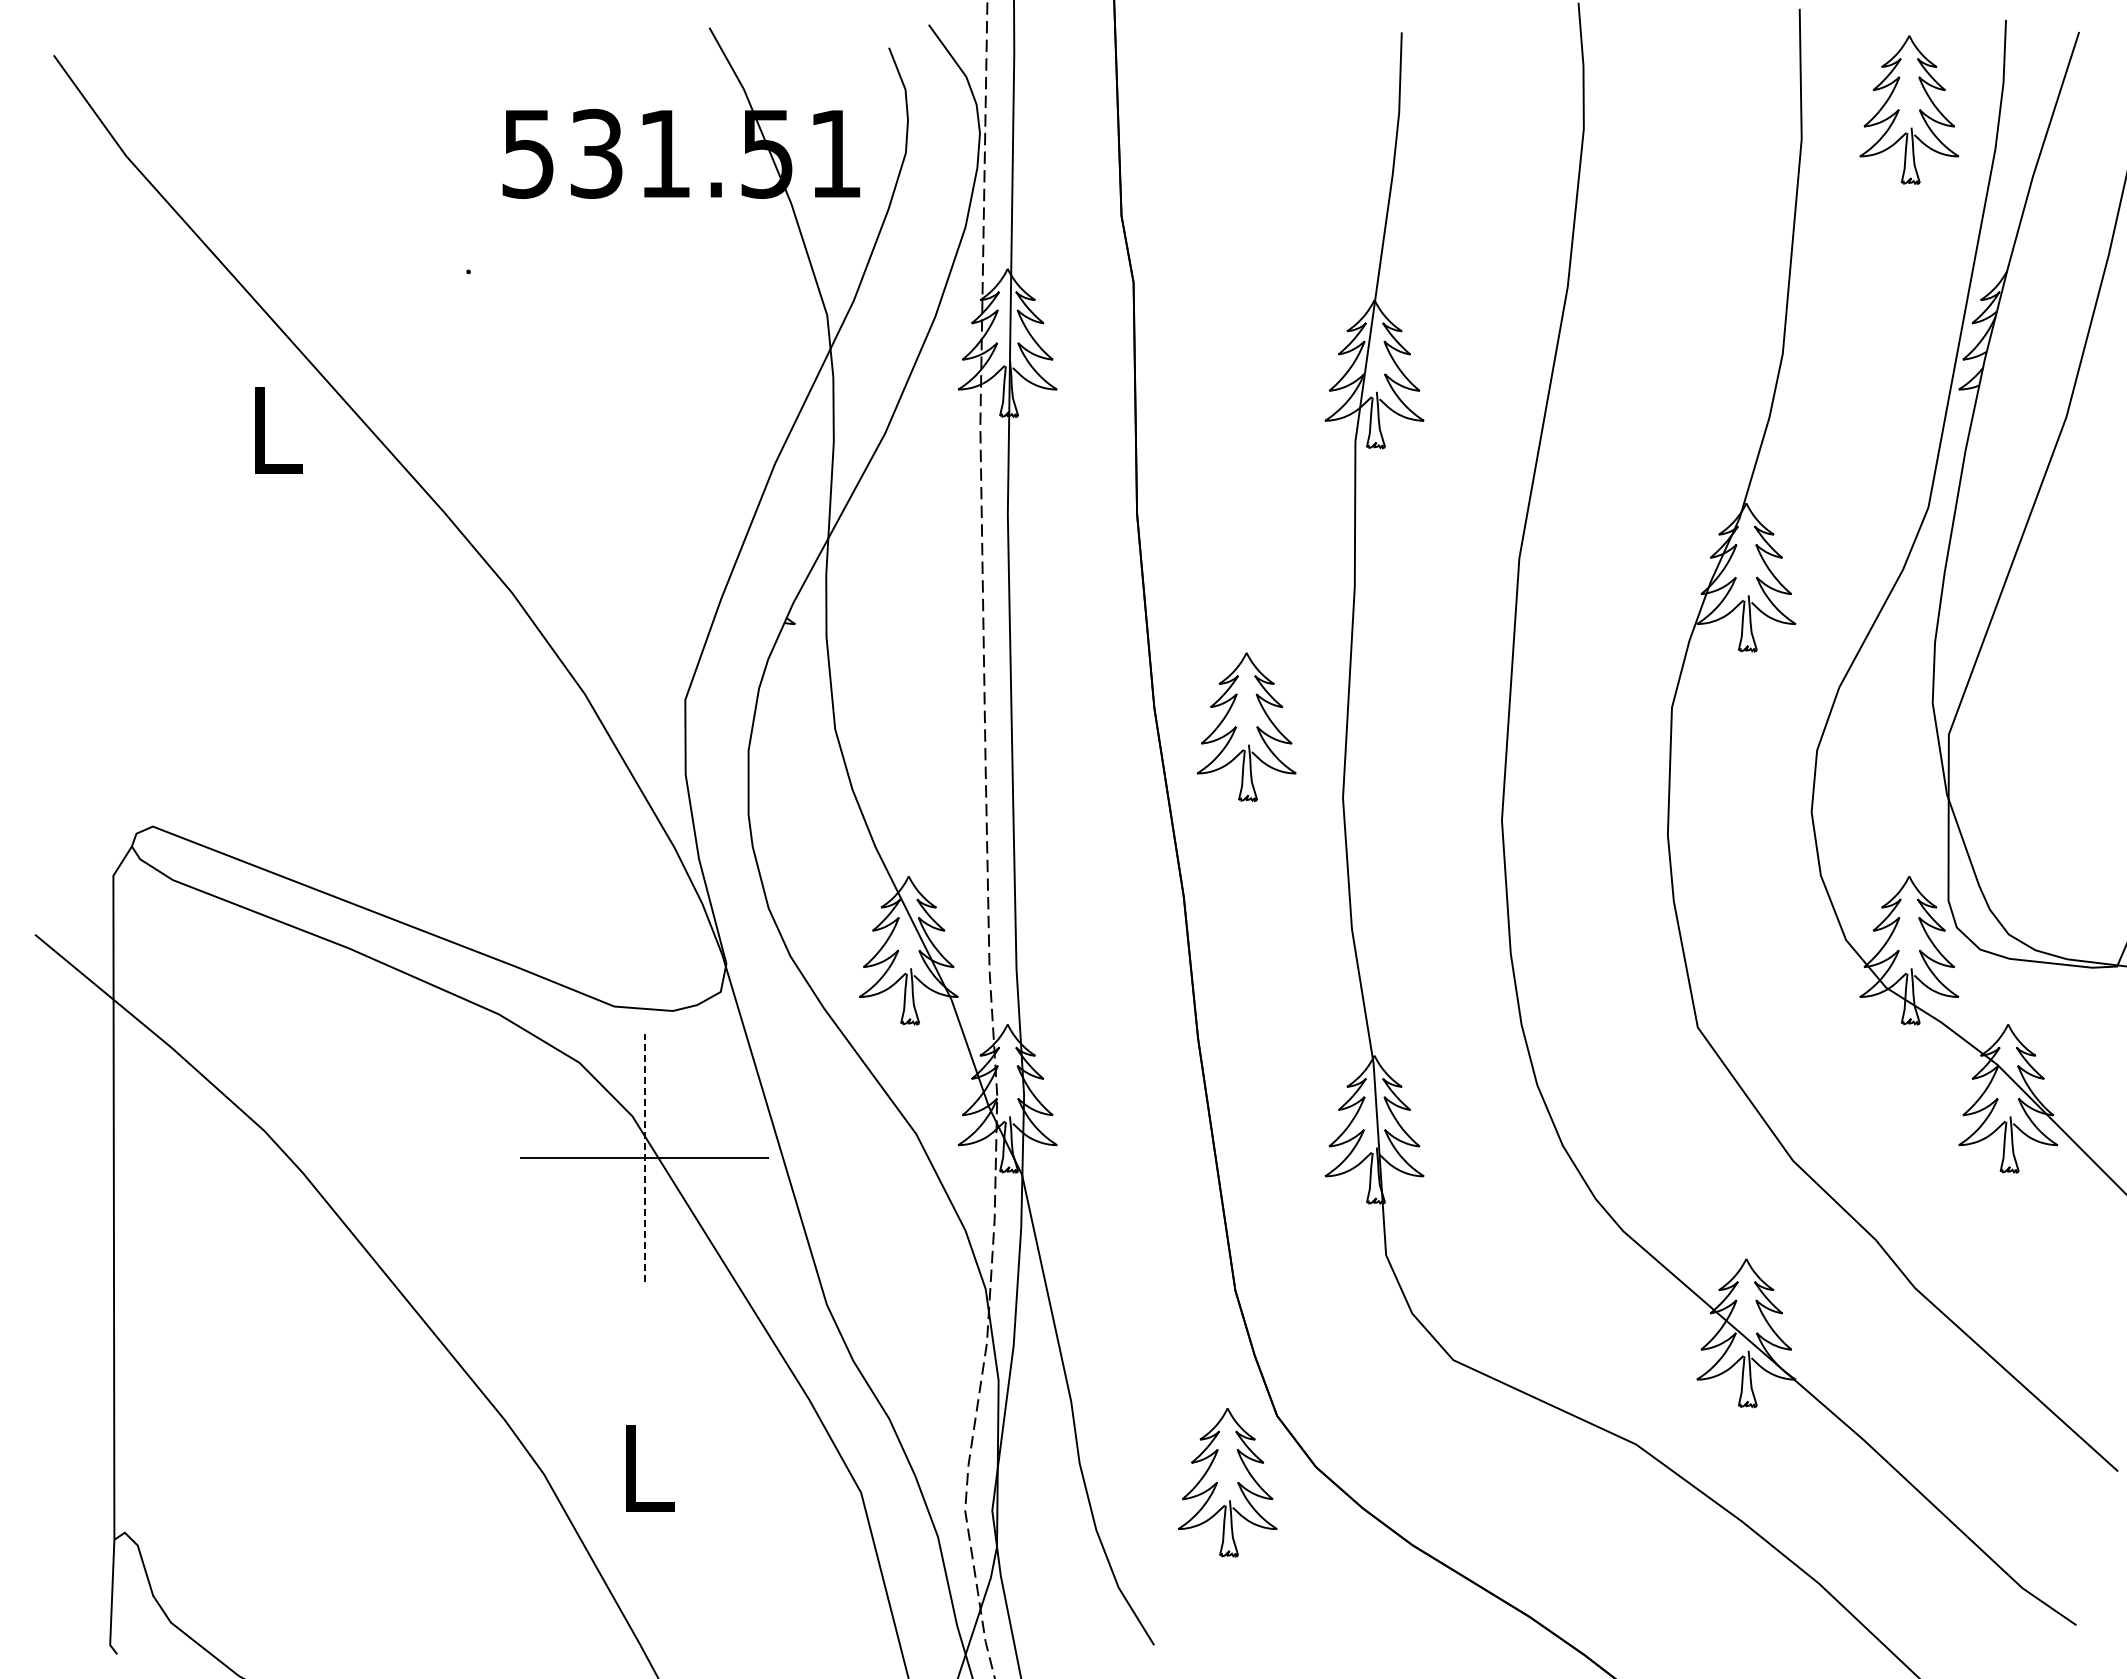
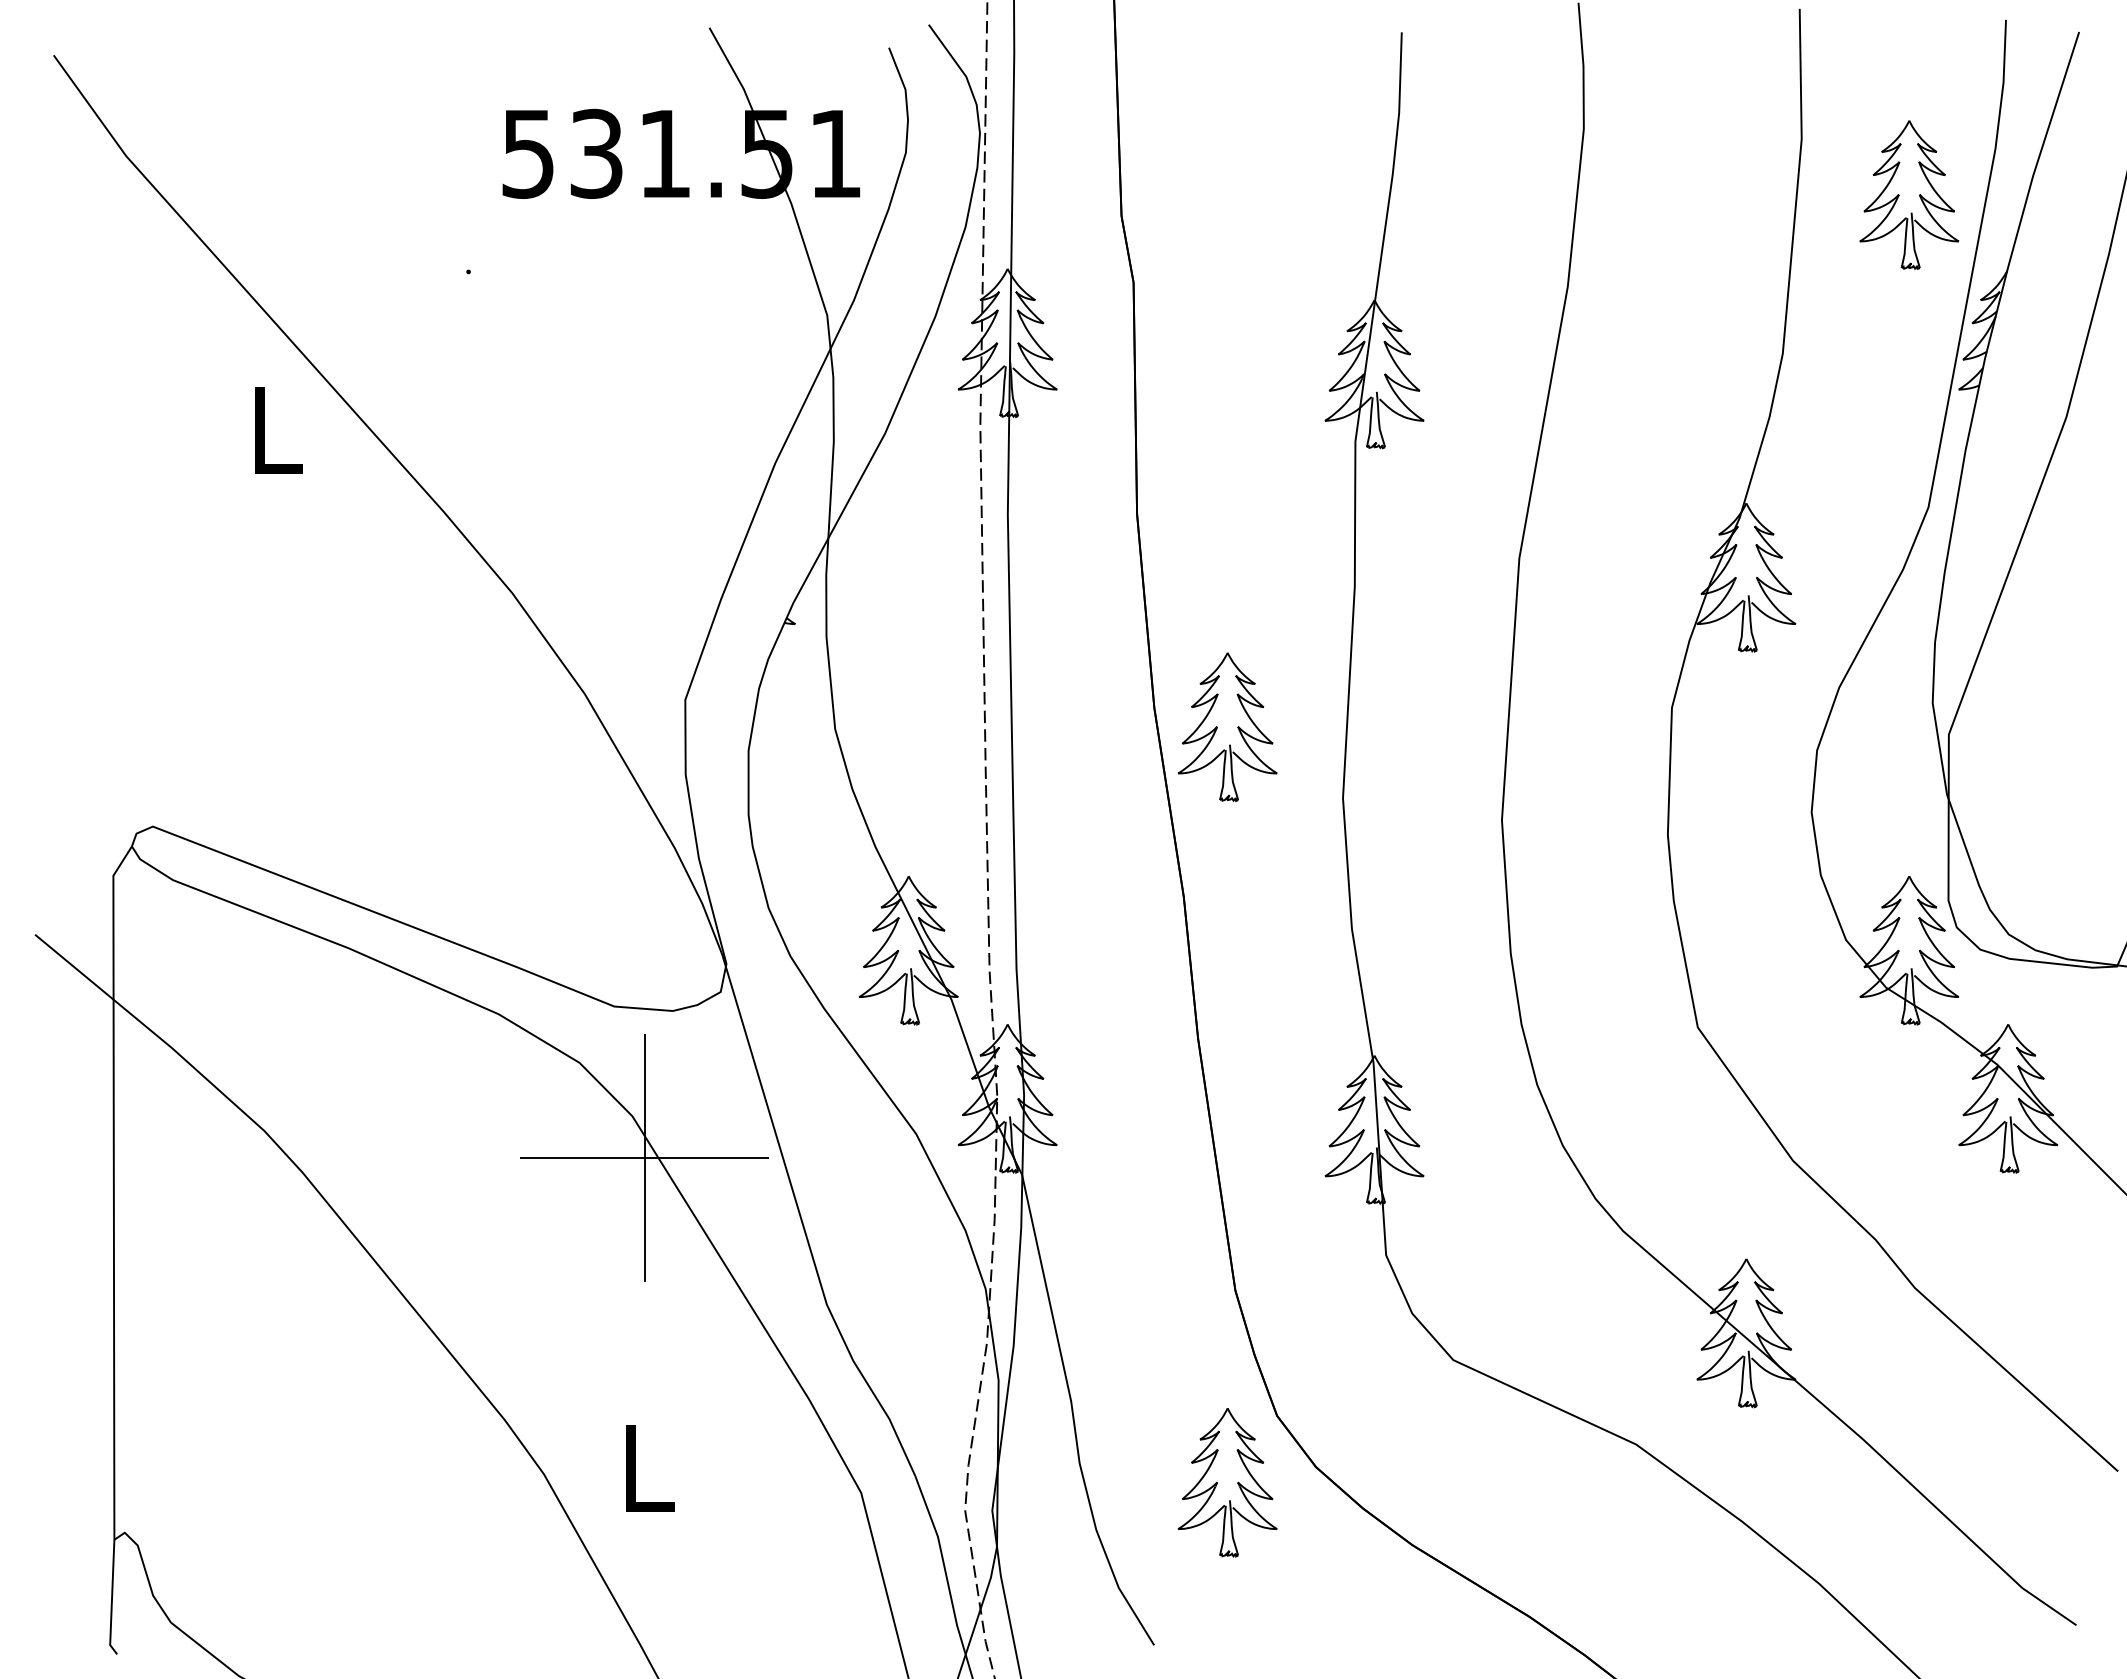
part at (1909, 109) position: (1909, 109) -> (1909, 194)
part at (1246, 727) position: (1246, 727) -> (1227, 727)
line at (644, 1157): dashed -> solid
